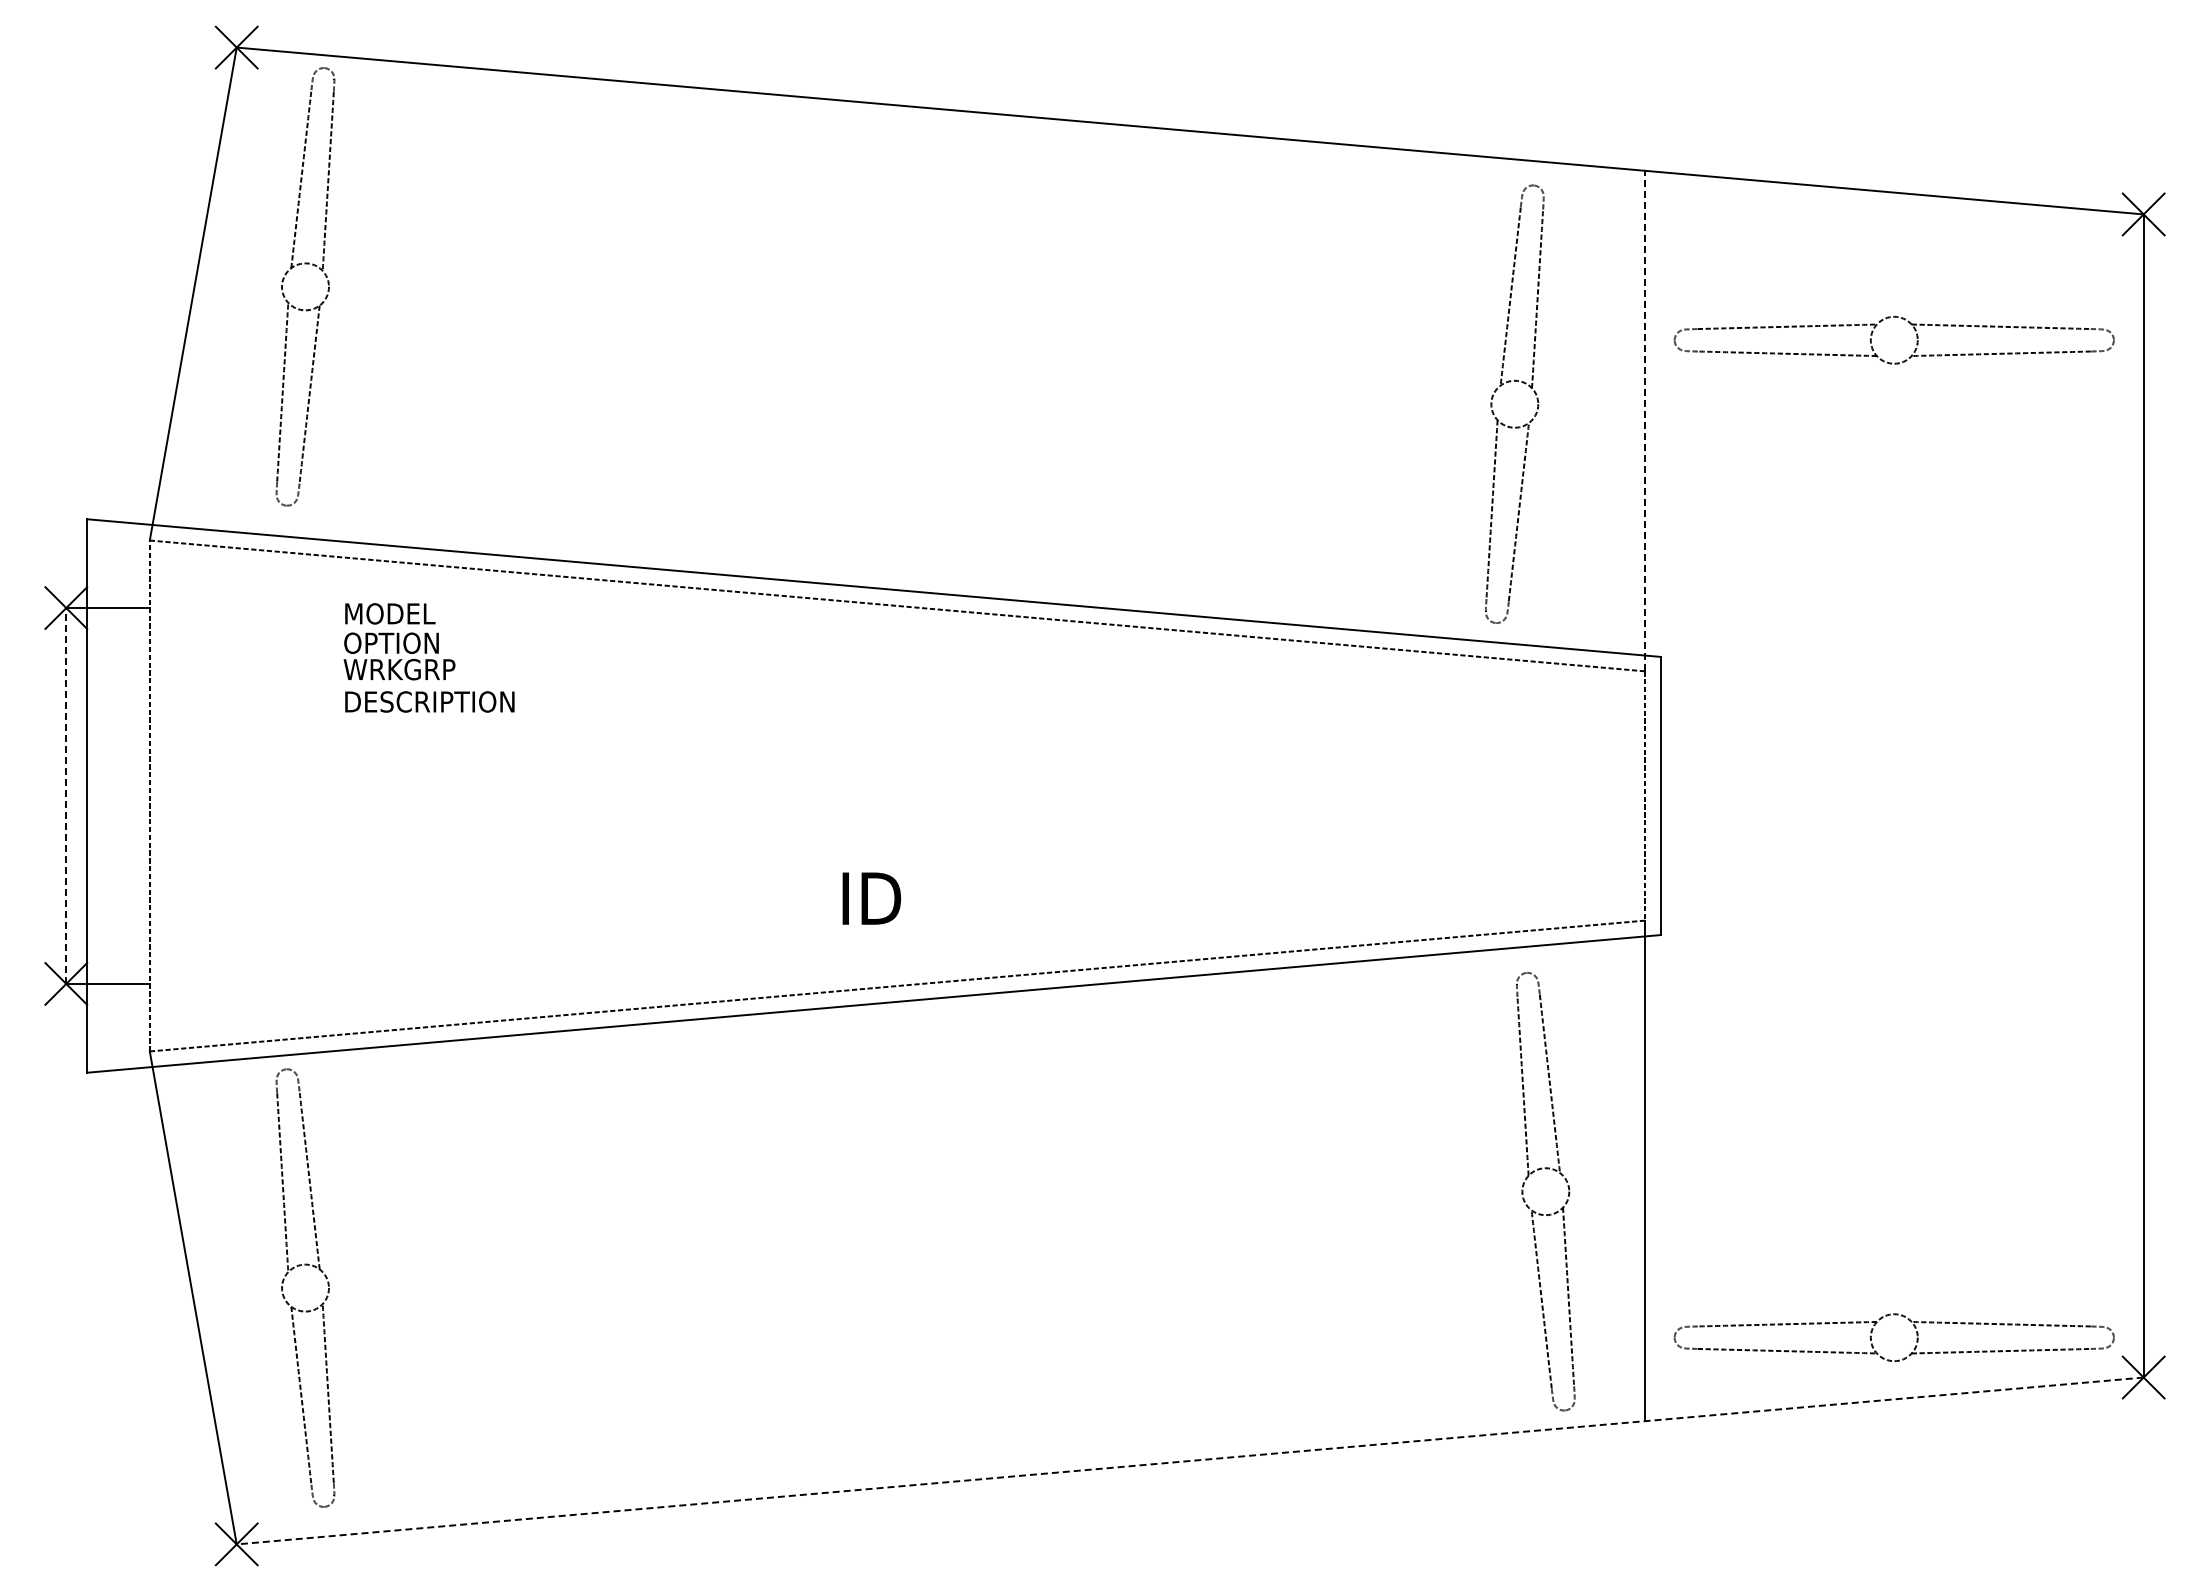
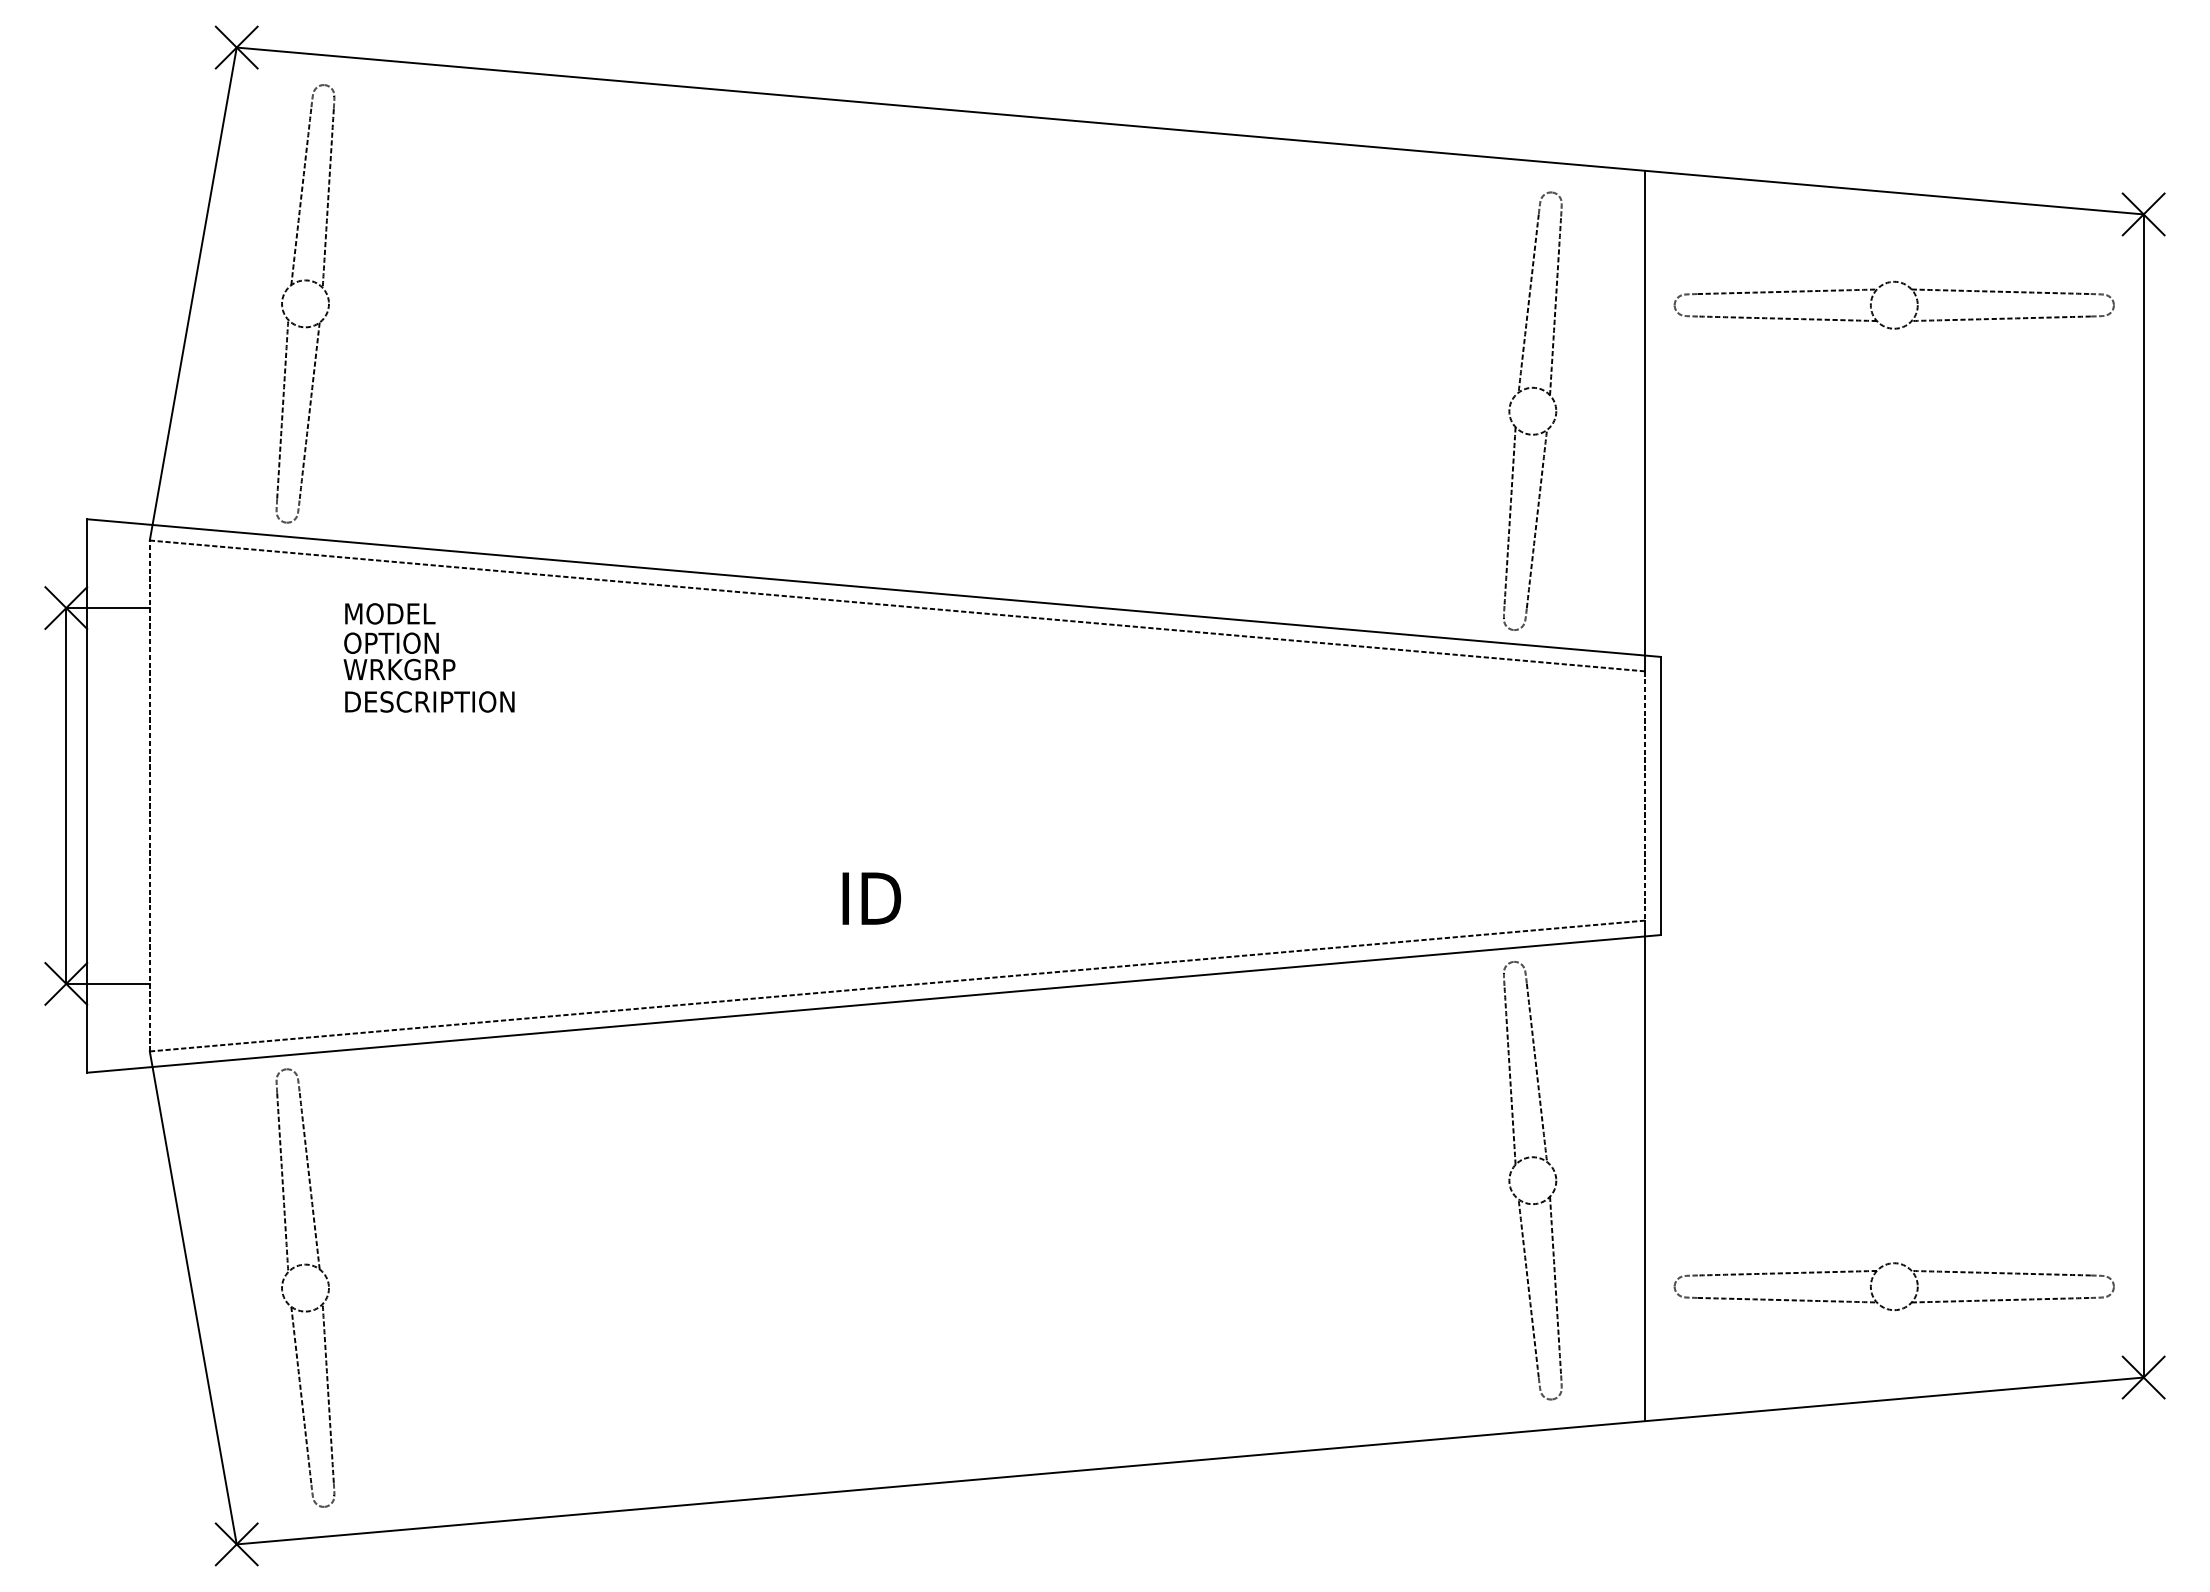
part at (299, 265) position: (299, 265) -> (299, 282)
part at (1882, 321) position: (1882, 321) -> (1882, 286)
part at (1510, 382) position: (1510, 382) -> (1528, 389)
line at (1645, 420): dashed -> solid
line at (66, 796): dashed -> solid
part at (1539, 1170) position: (1539, 1170) -> (1526, 1159)
part at (1876, 1324) position: (1876, 1324) -> (1876, 1273)
line at (1189, 1461): dashed -> solid
